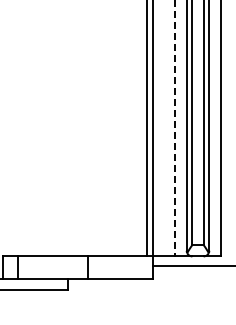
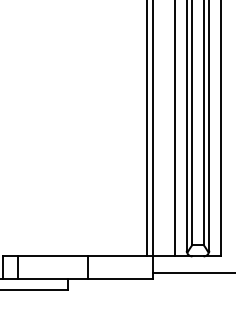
line at (175, 128): dashed -> solid
line at (192, 266) position: (192, 266) -> (192, 273)
